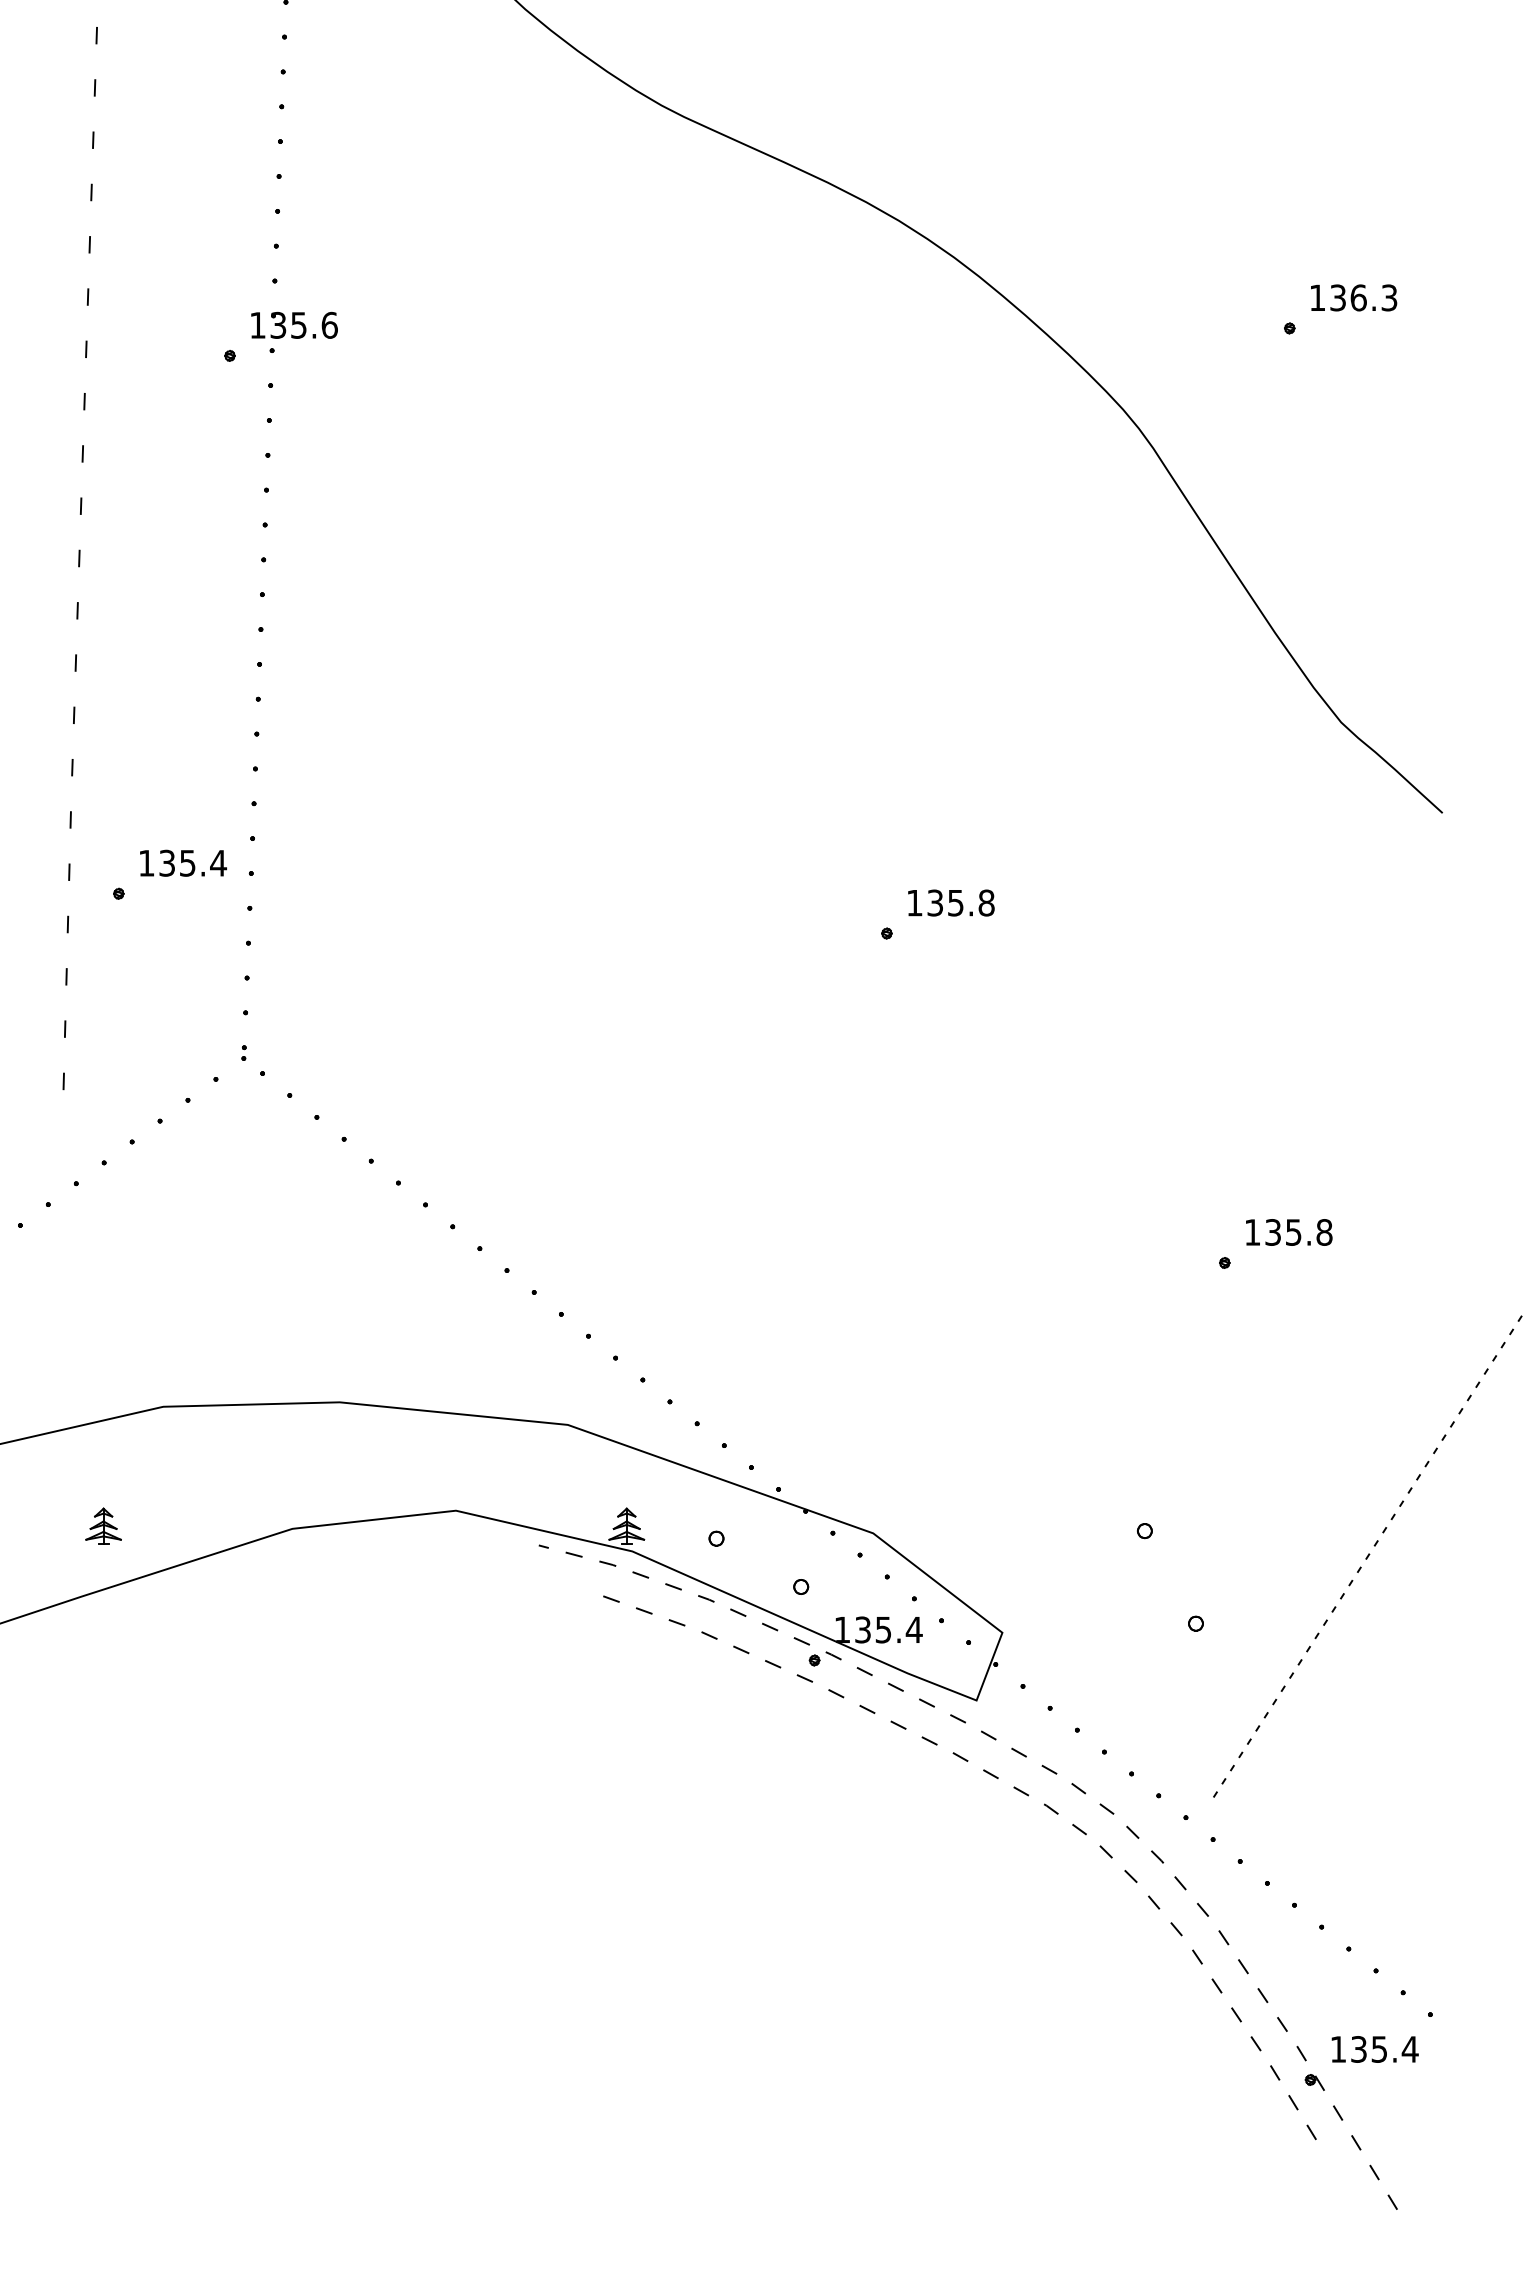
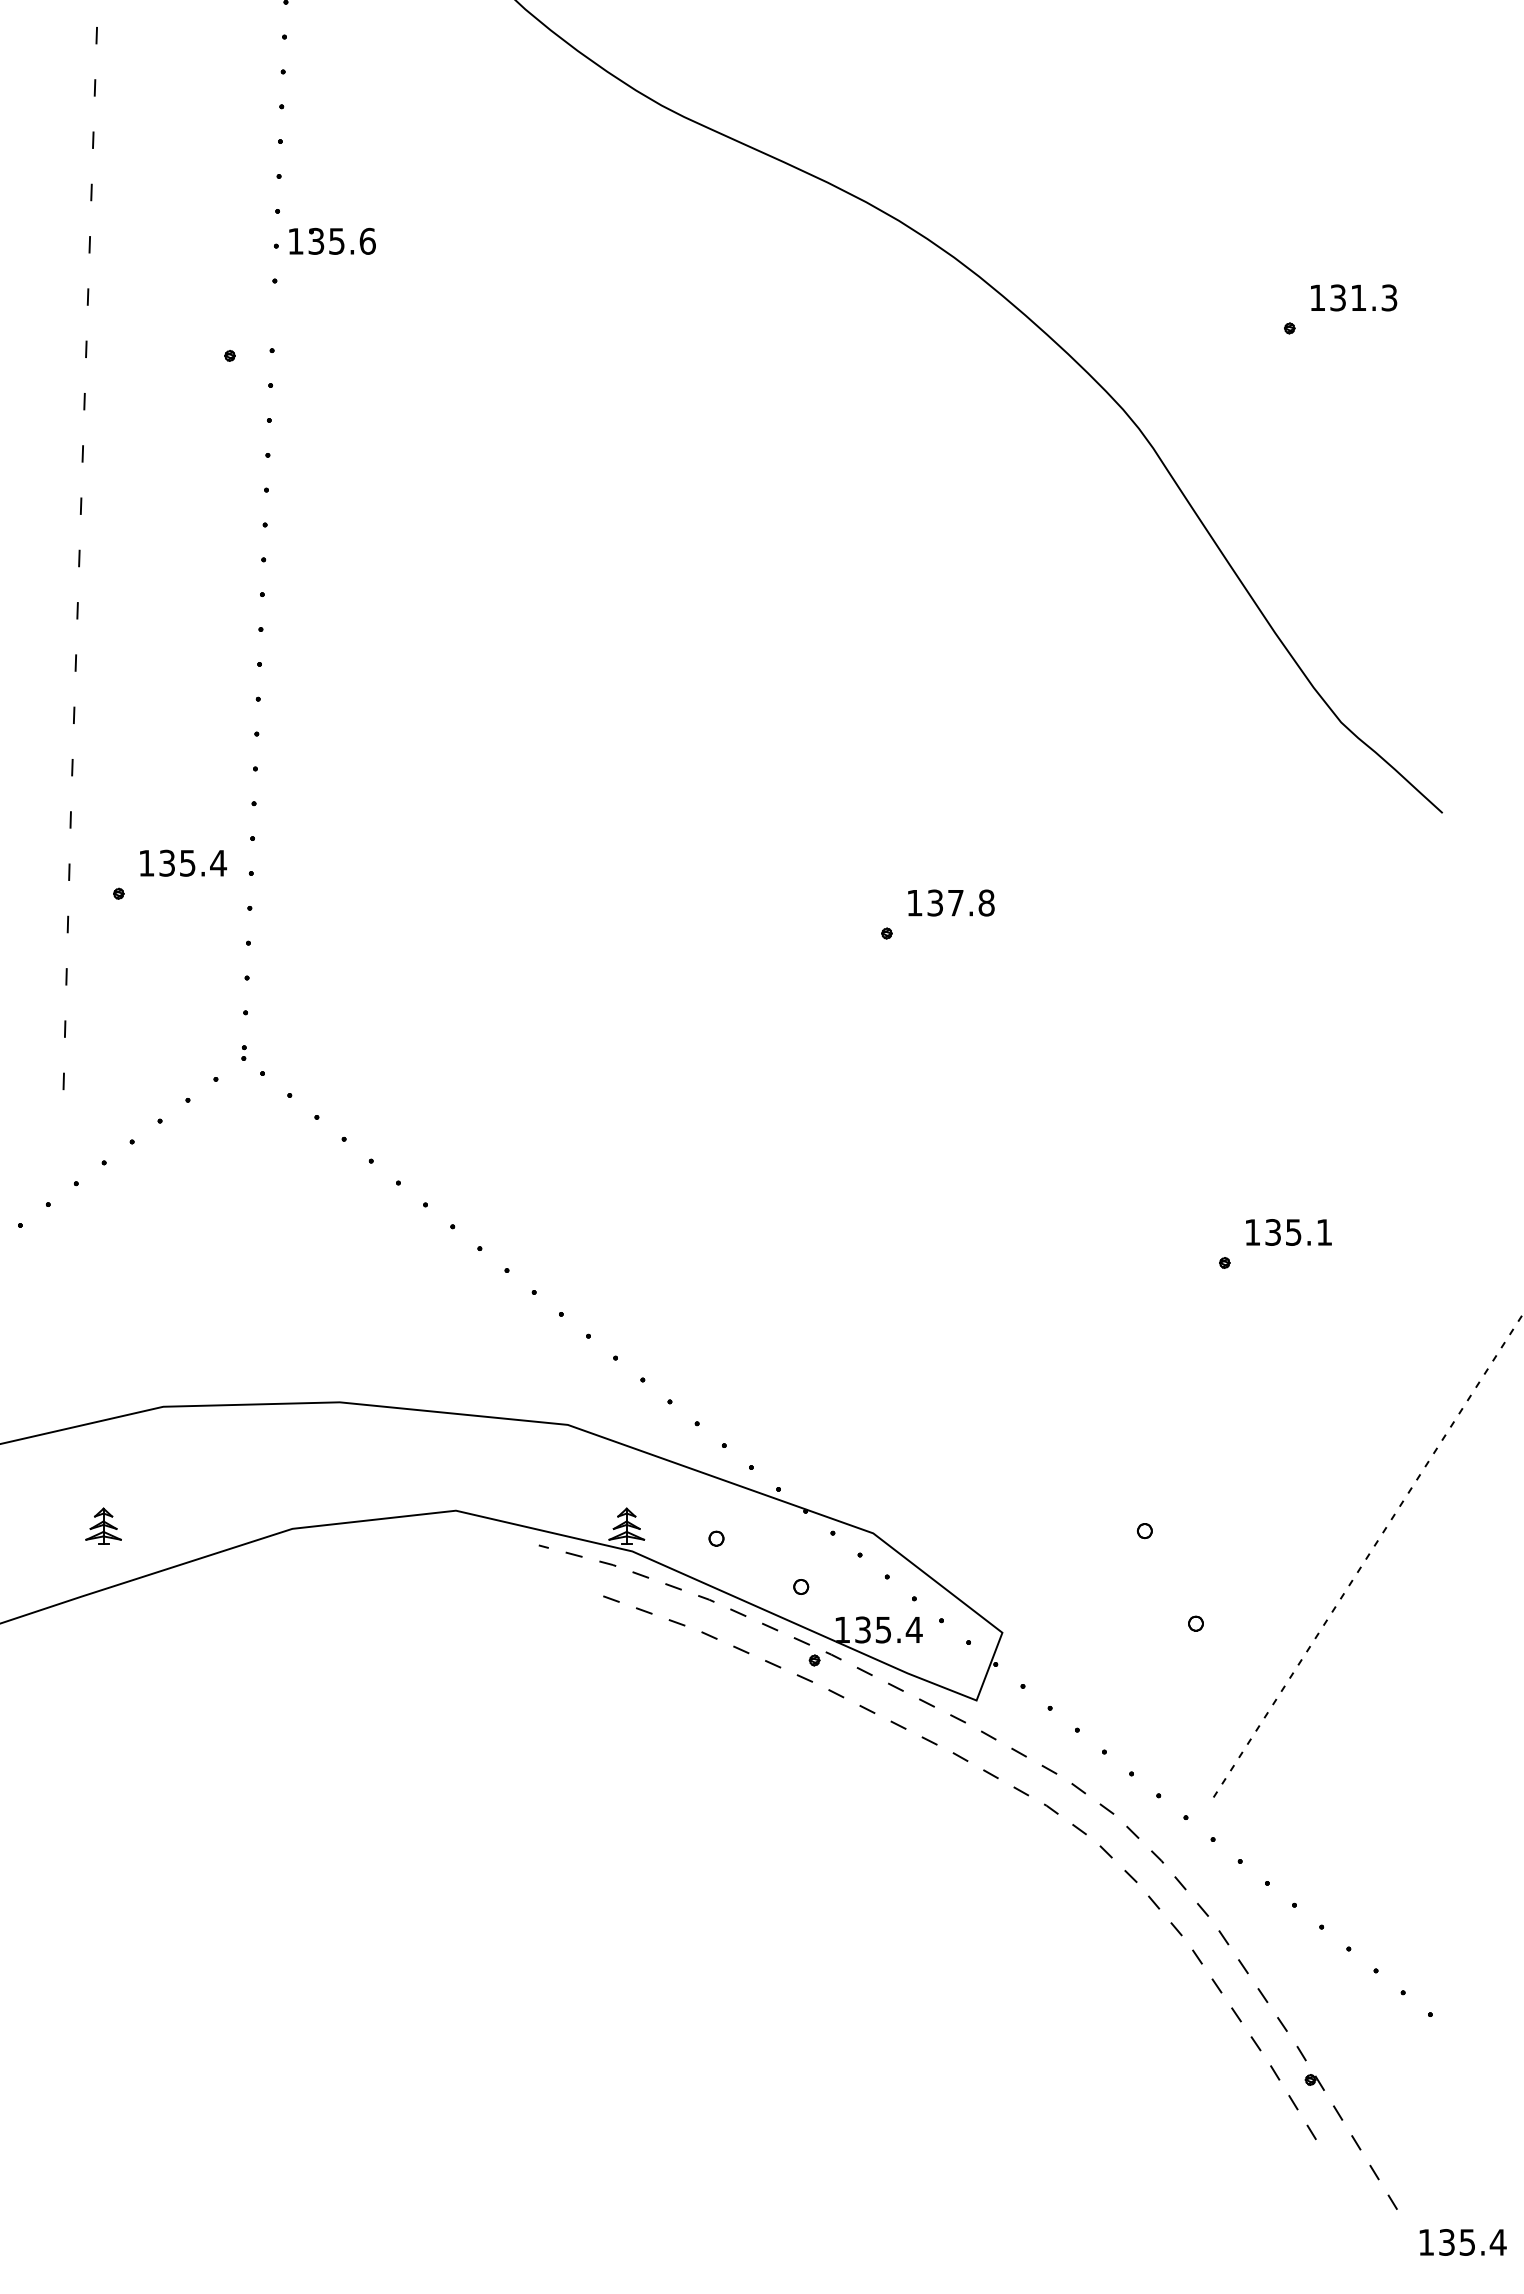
text at (1358, 297): 136.3 -> 131.3
part at (294, 324) position: (294, 324) -> (332, 240)
text at (955, 903): 135.8 -> 137.8
text at (1324, 1232): 135.8 -> 135.1
text at (1374, 2049) position: (1374, 2049) -> (1462, 2242)
